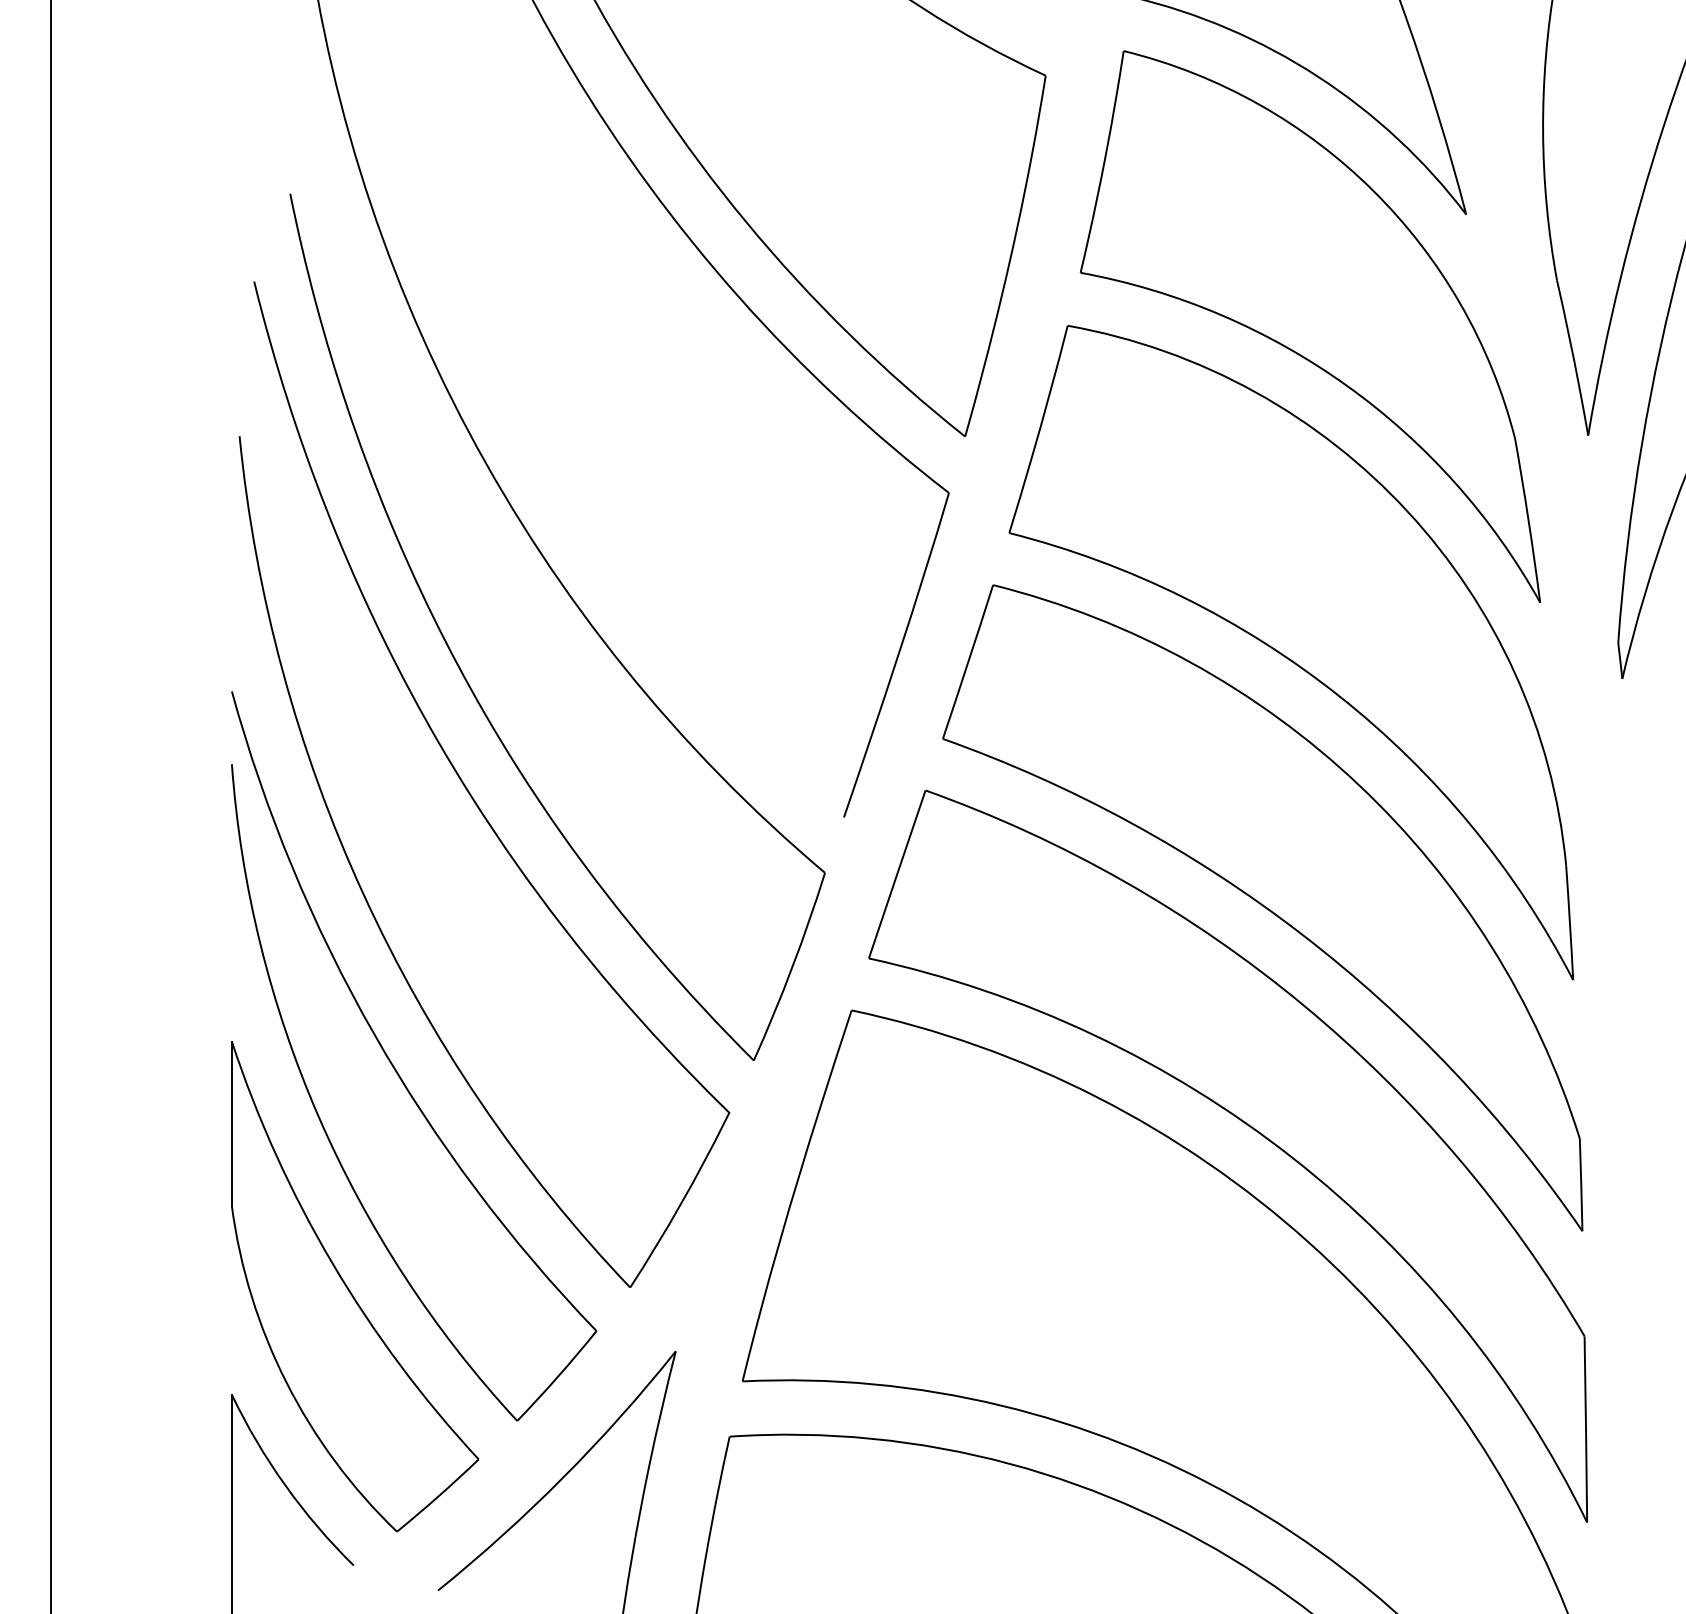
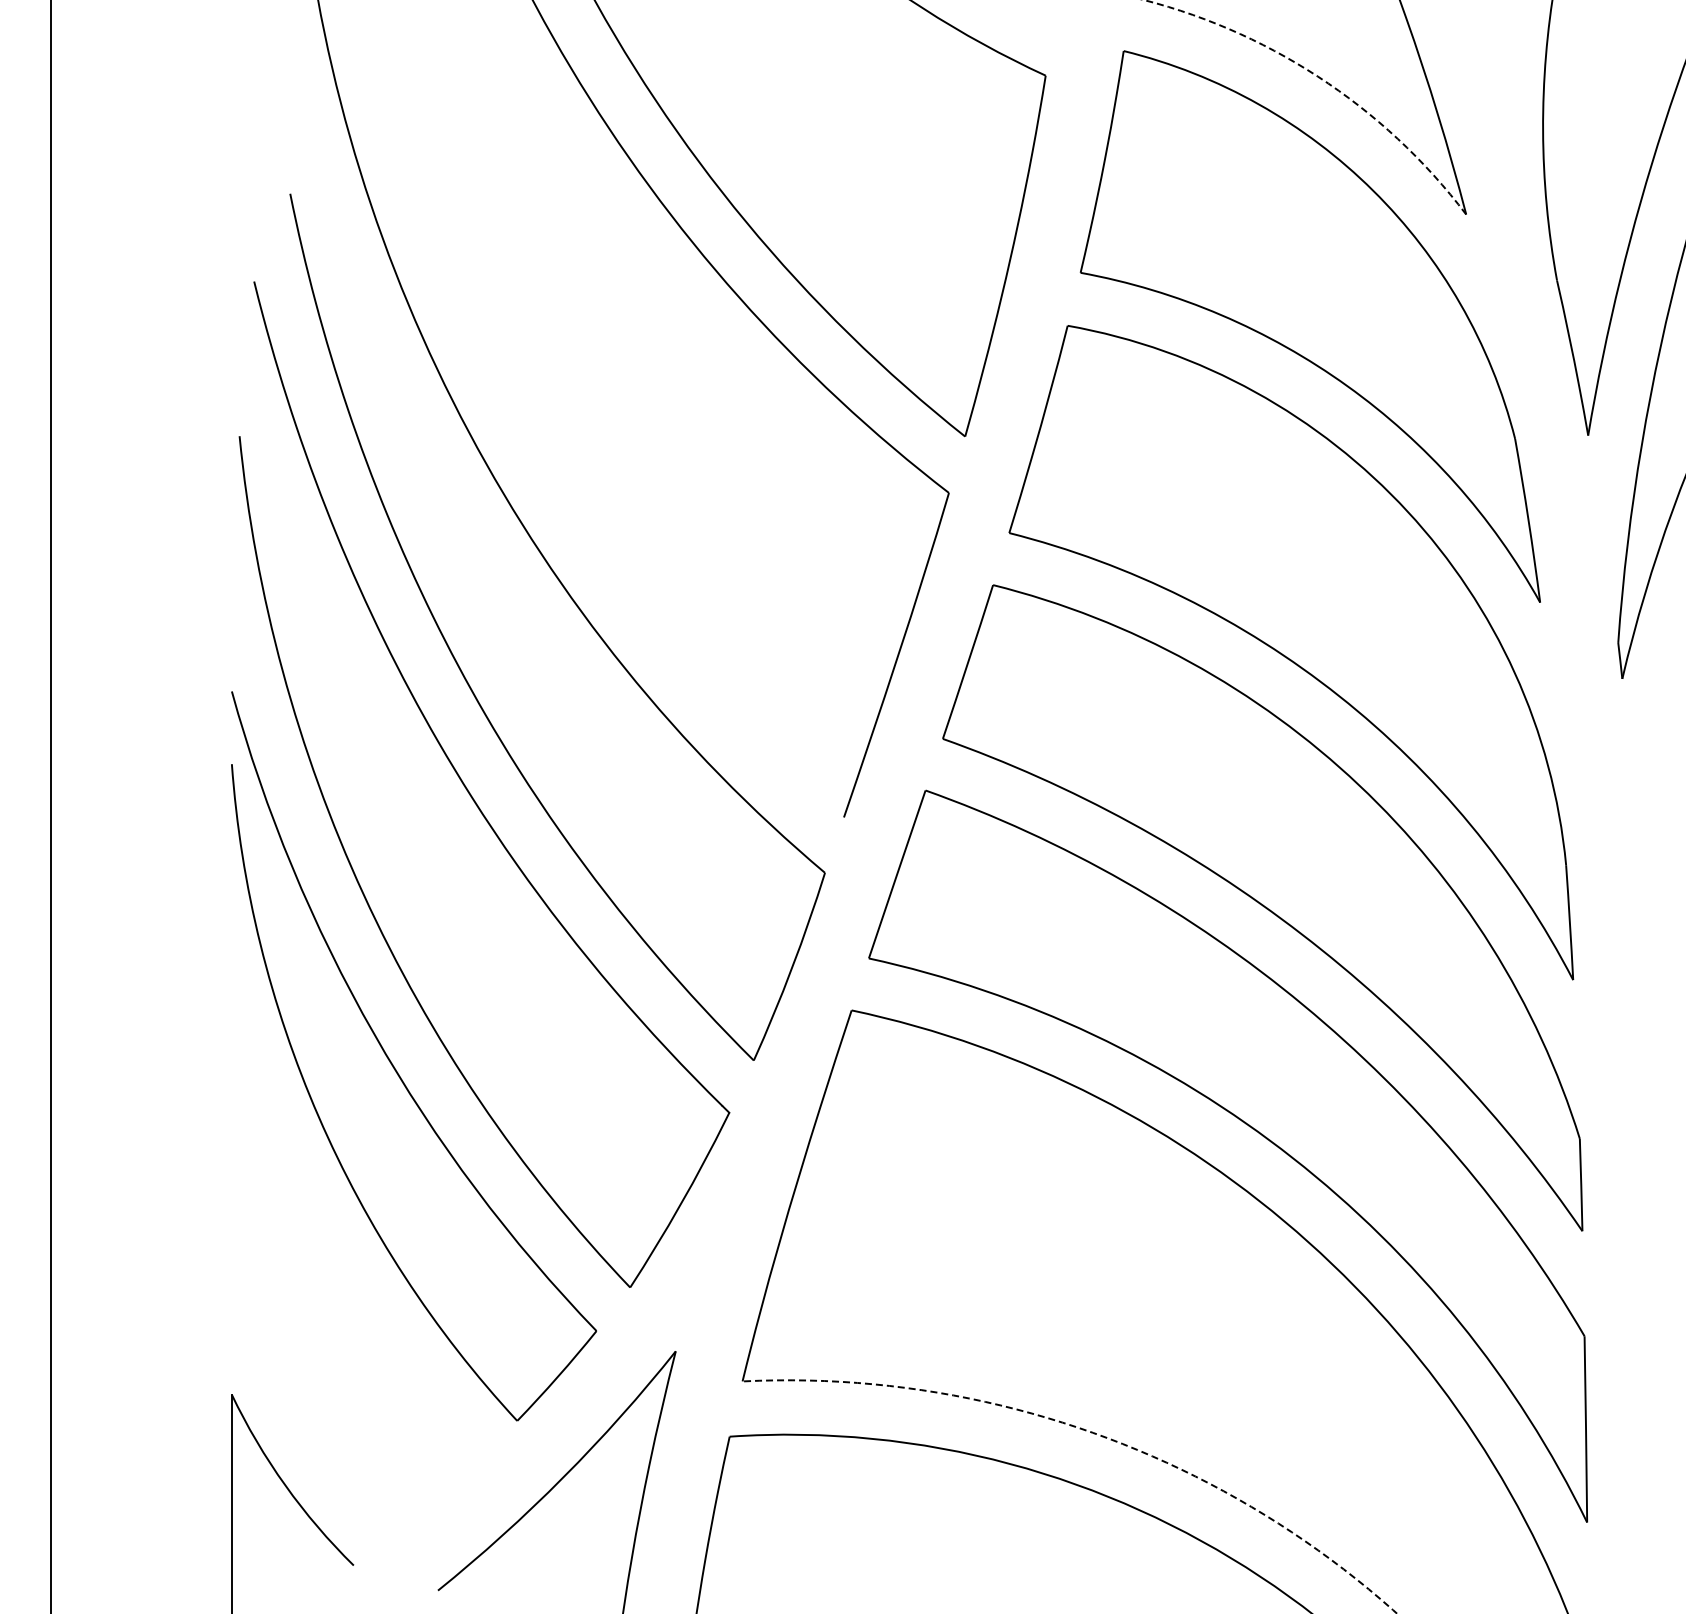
arc at (1322, 79): solid -> dashed
part at (350, 1290): present -> none
arc at (1087, 1430): solid -> dashed
